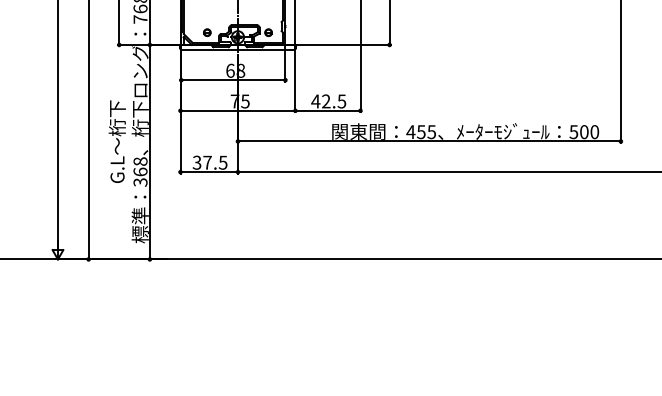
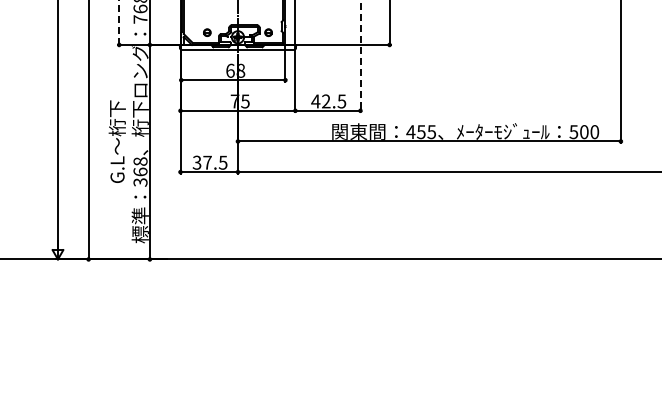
line at (119, 22): solid -> dashed
line at (360, 56): solid -> dashed
